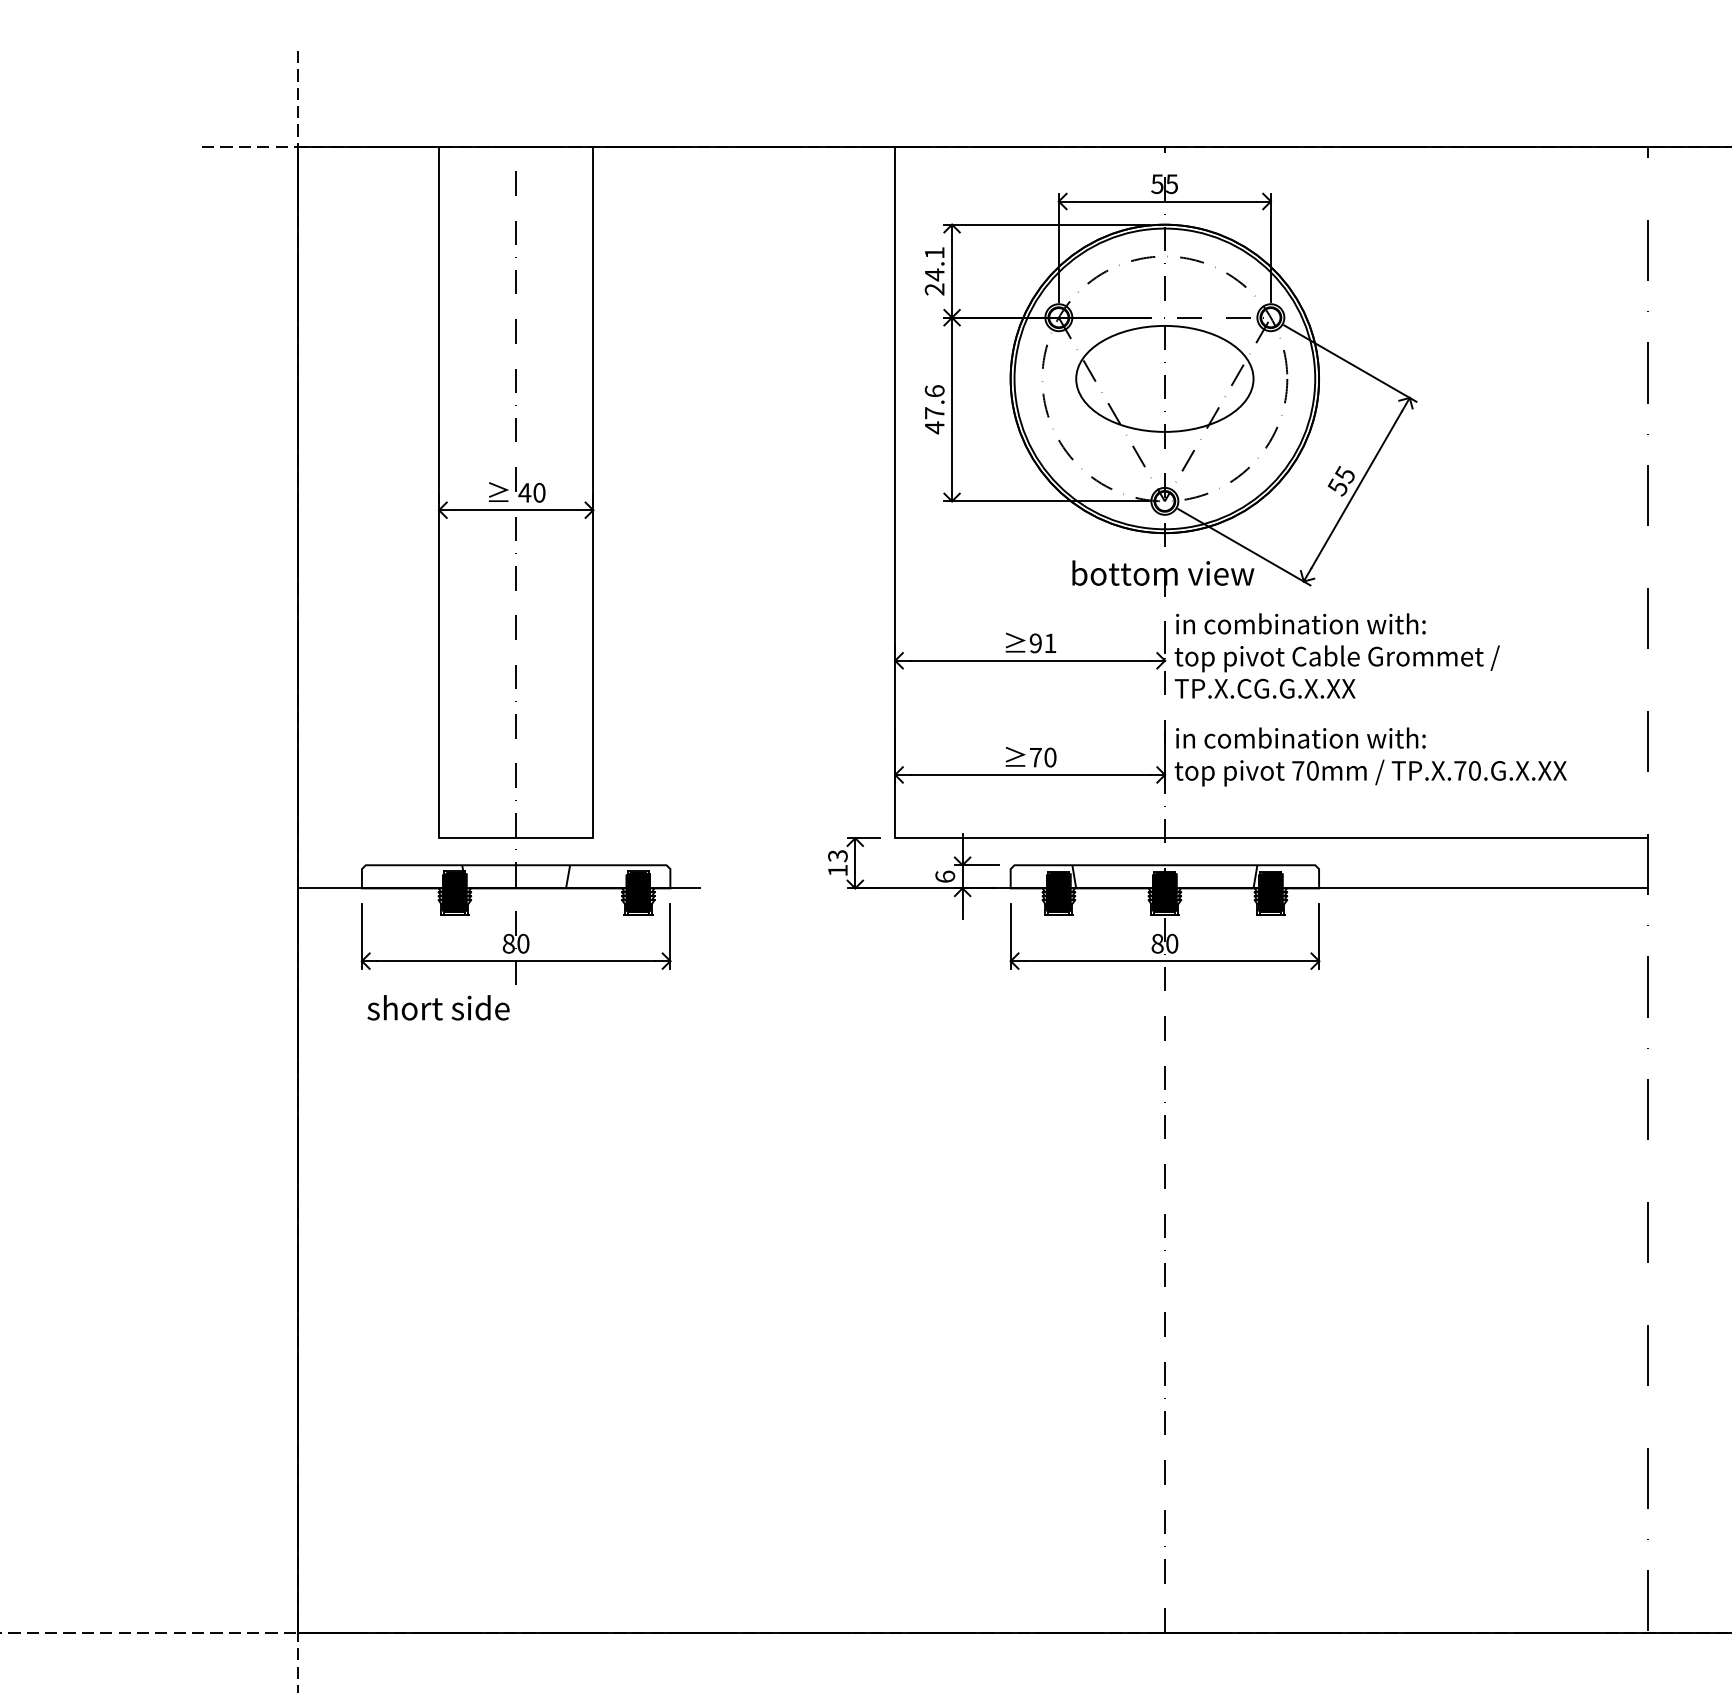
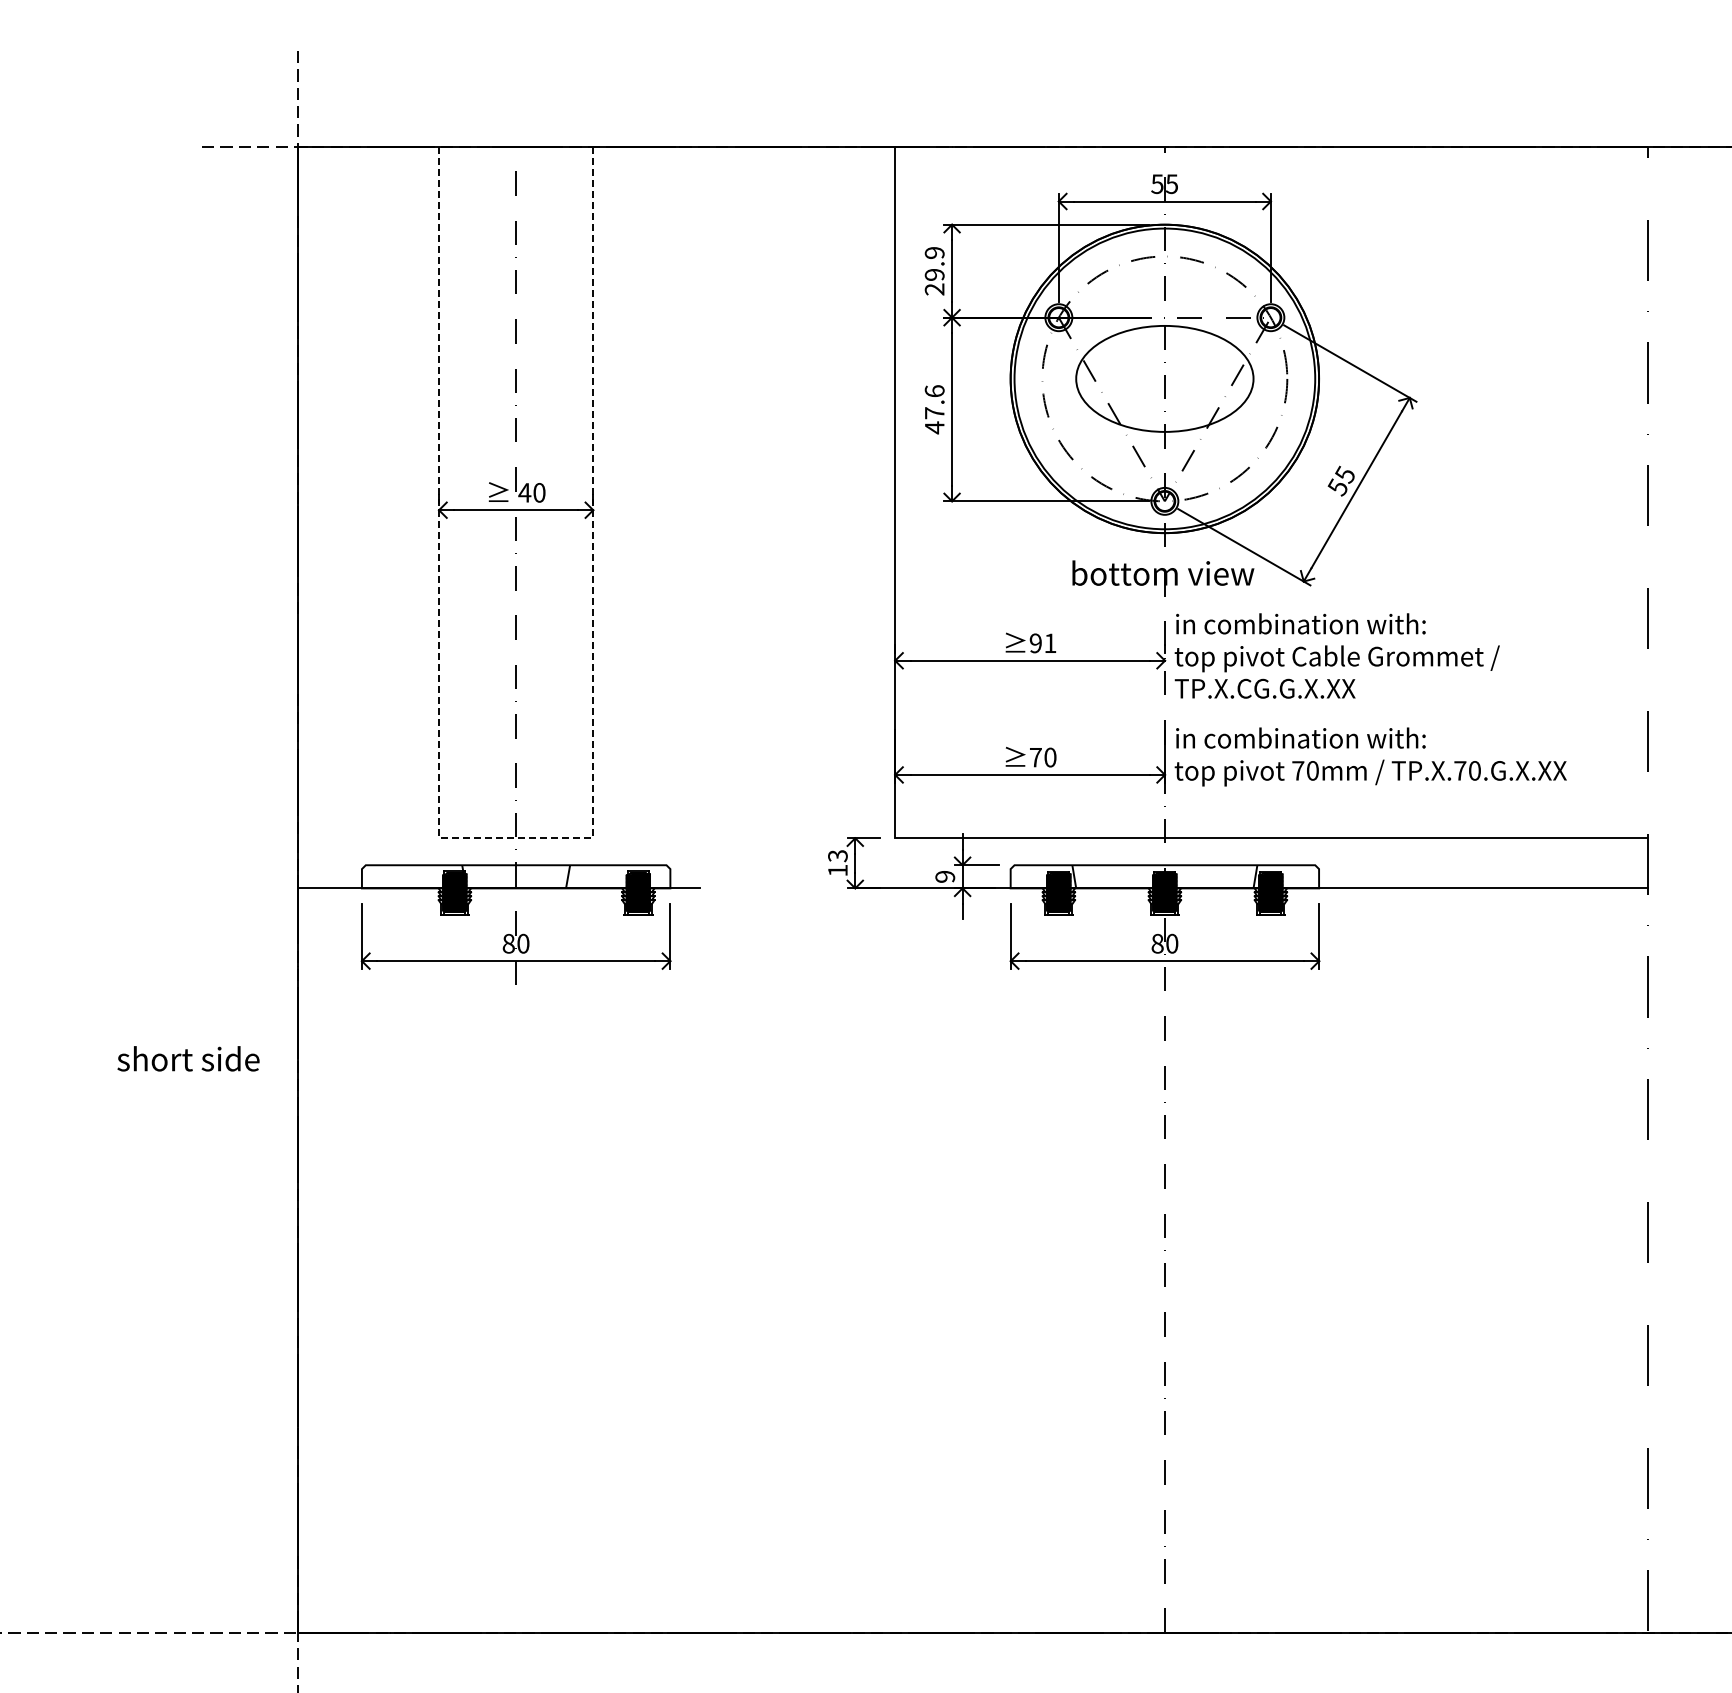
text at (934, 264): 24.1 -> 29.9
line at (516, 838): solid -> dashed
text at (945, 876): 6 -> 9
text at (438, 1007) position: (438, 1007) -> (188, 1058)
